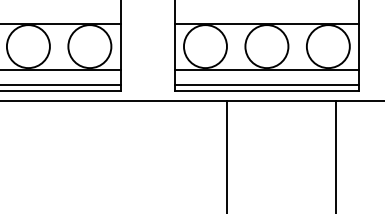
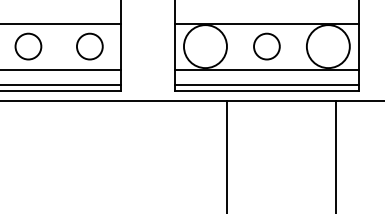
circle at (27, 46) diameter: 43 px -> 26 px
circle at (89, 46) diameter: 43 px -> 26 px
circle at (266, 46) diameter: 43 px -> 26 px
